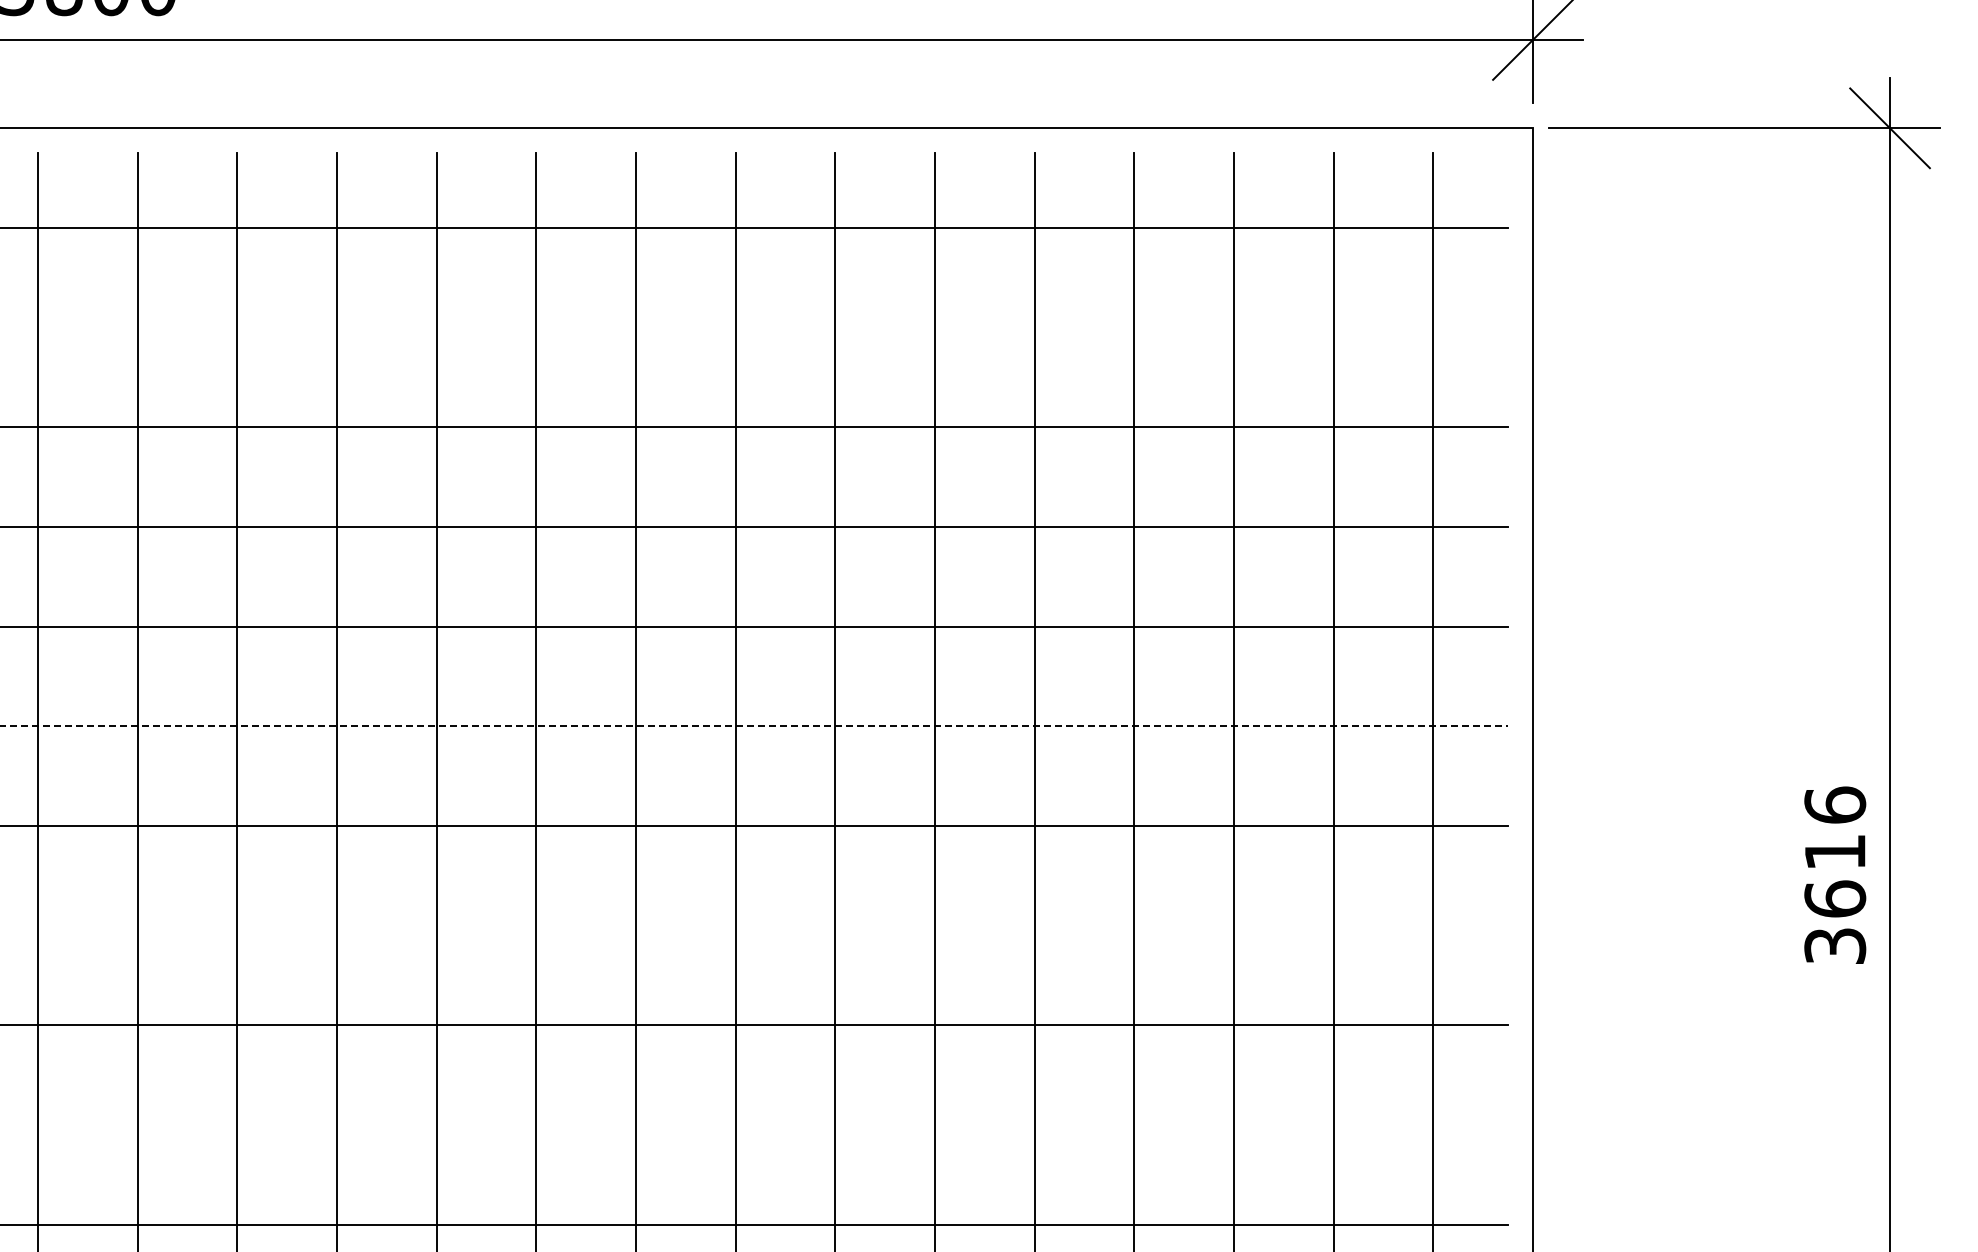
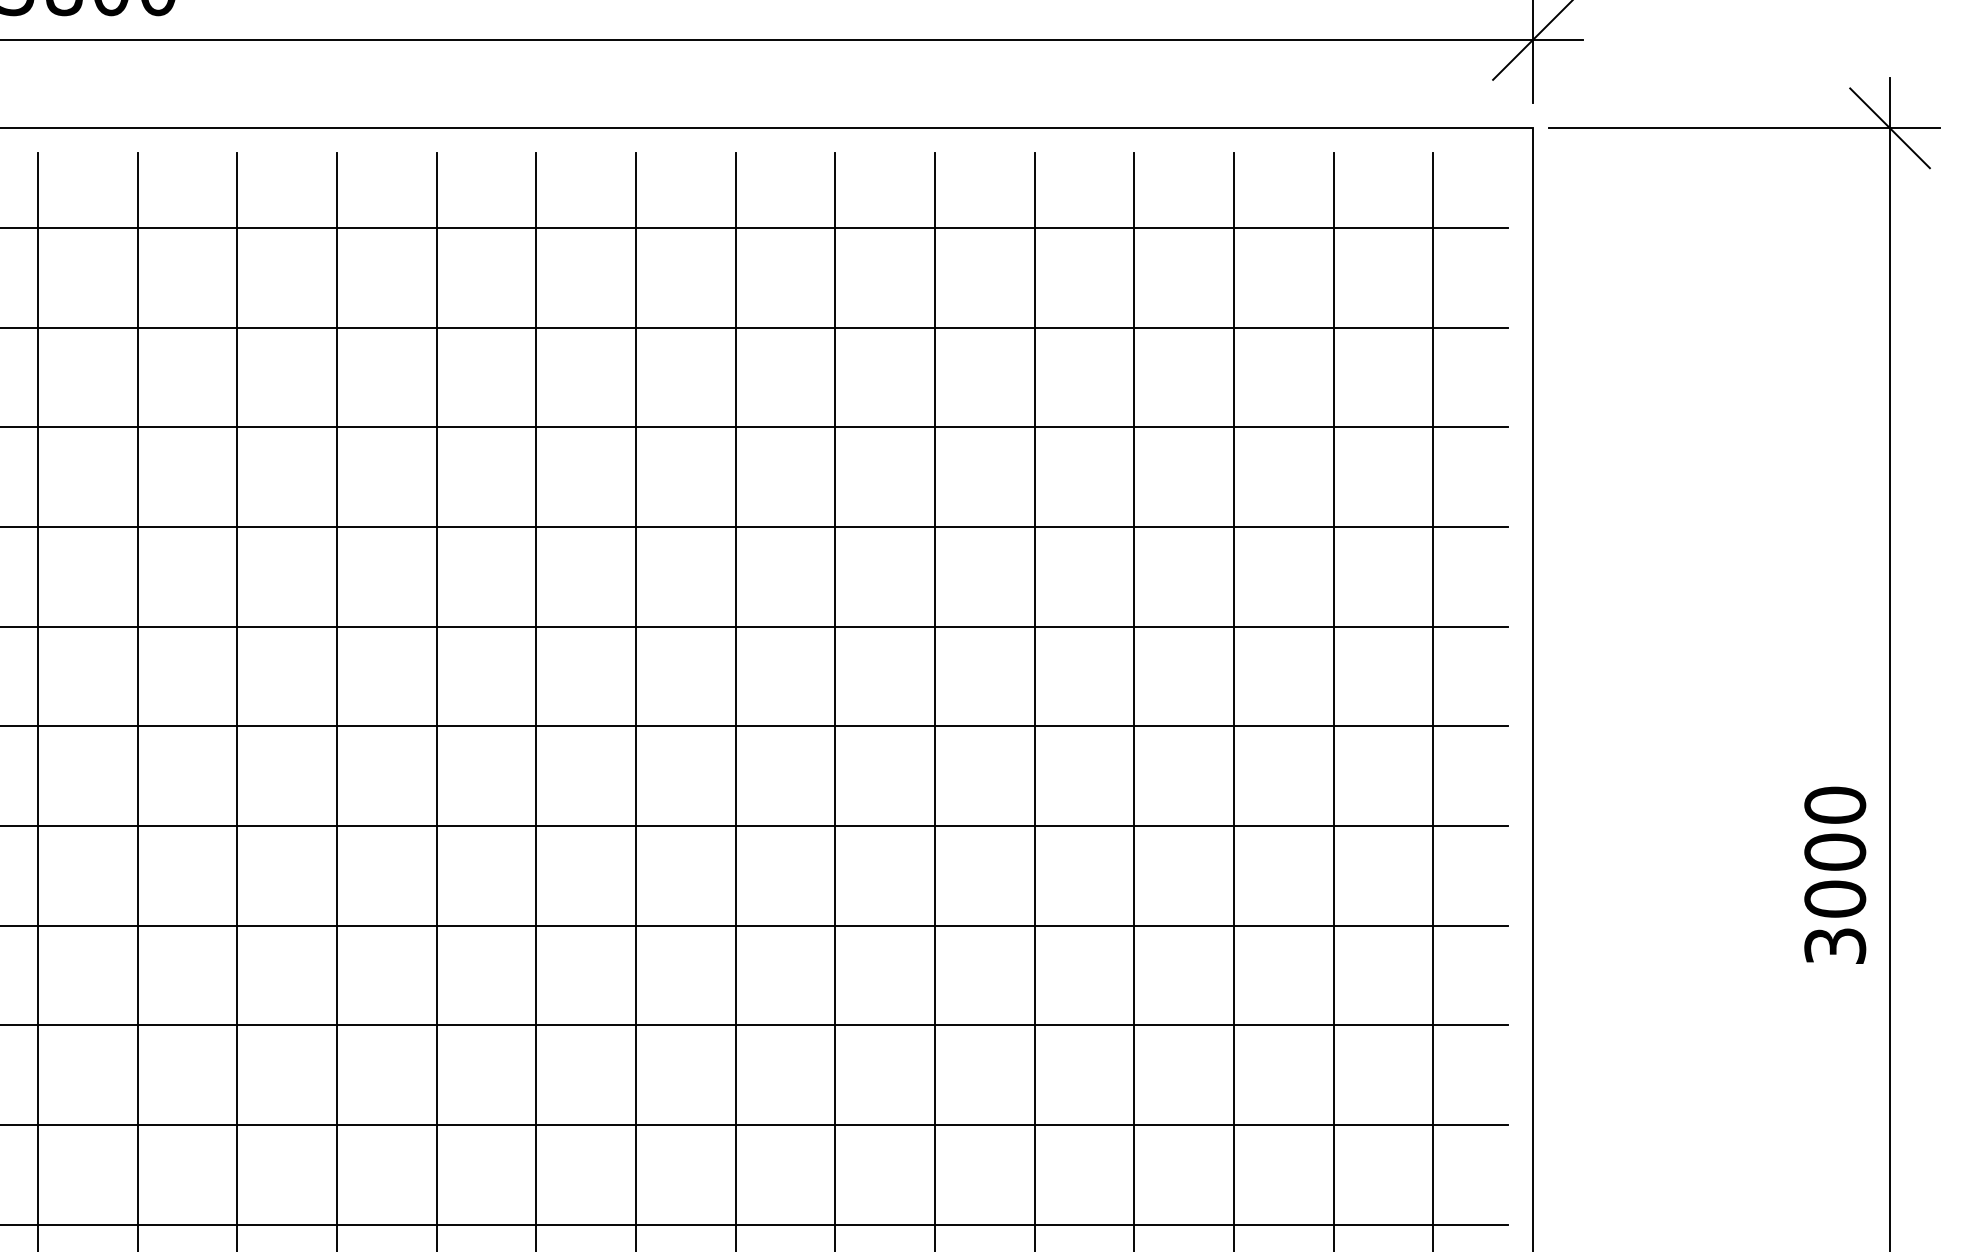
line at (755, 327): none -> present
line at (754, 726): dashed -> solid
text at (1835, 851): 3616 -> 3000
line at (755, 925): none -> present
line at (755, 1124): none -> present
